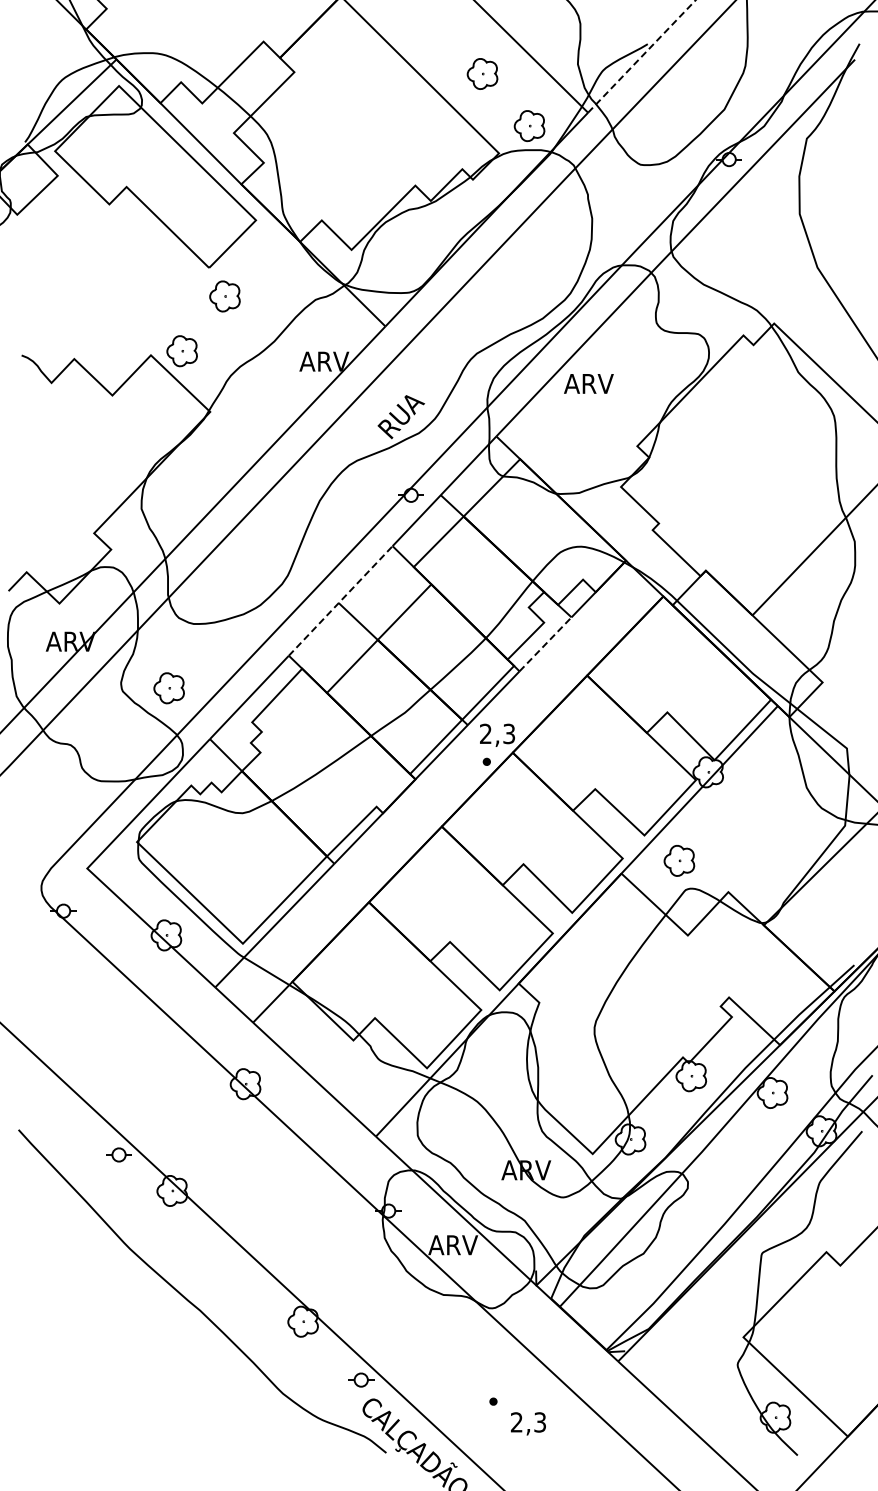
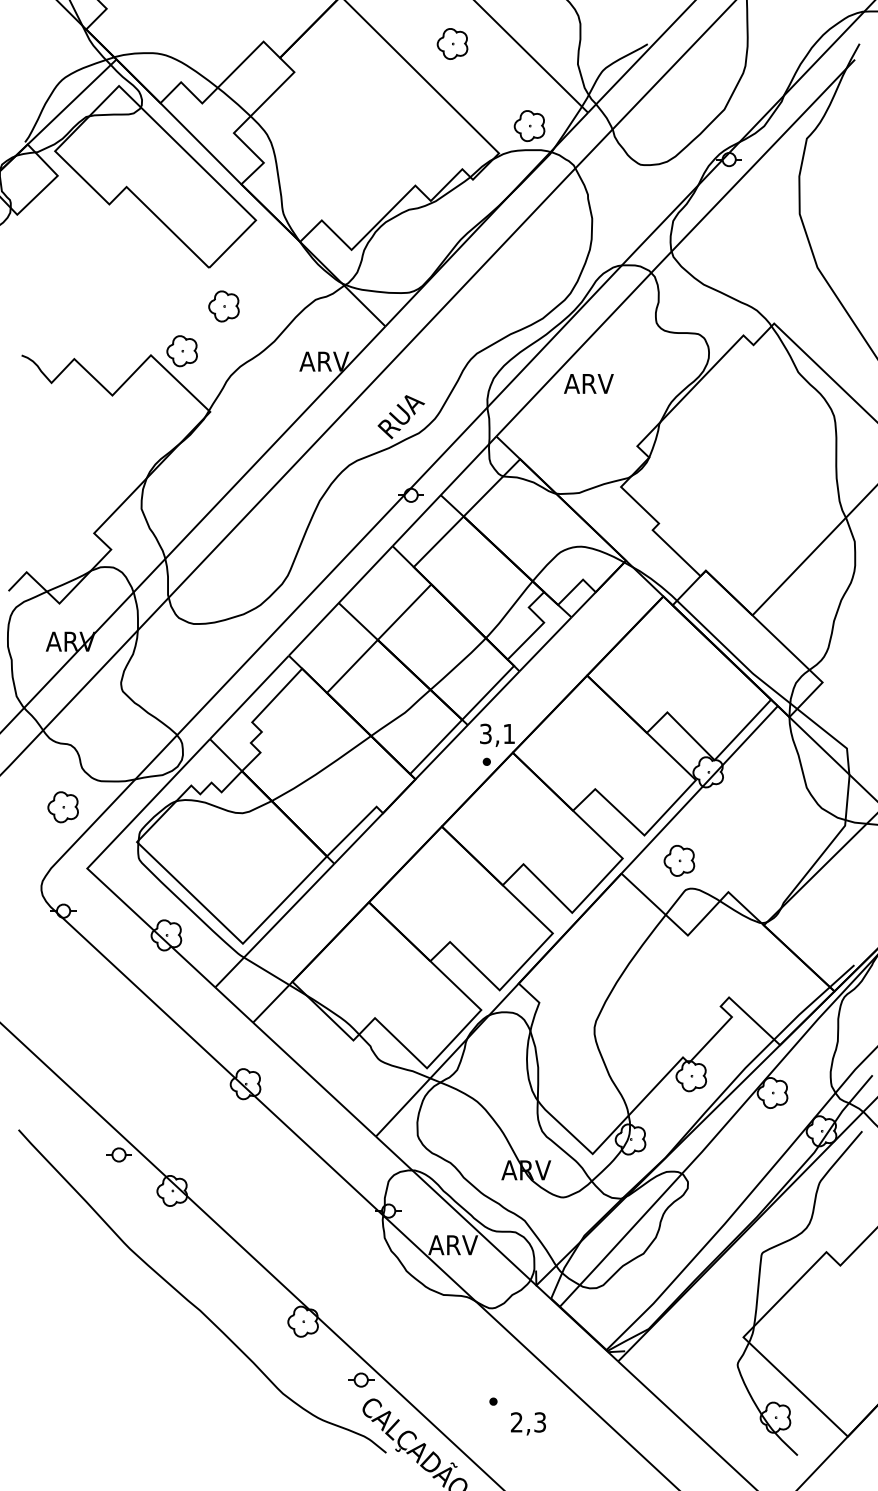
line at (641, 56): dashed -> solid
part at (482, 73) position: (482, 73) -> (452, 43)
part at (224, 296) position: (224, 296) -> (223, 306)
line at (340, 600): dashed -> solid
line at (545, 644): dashed -> solid
part at (168, 688) position: (168, 688) -> (62, 807)
text at (497, 733): 2,3 -> 3,1
